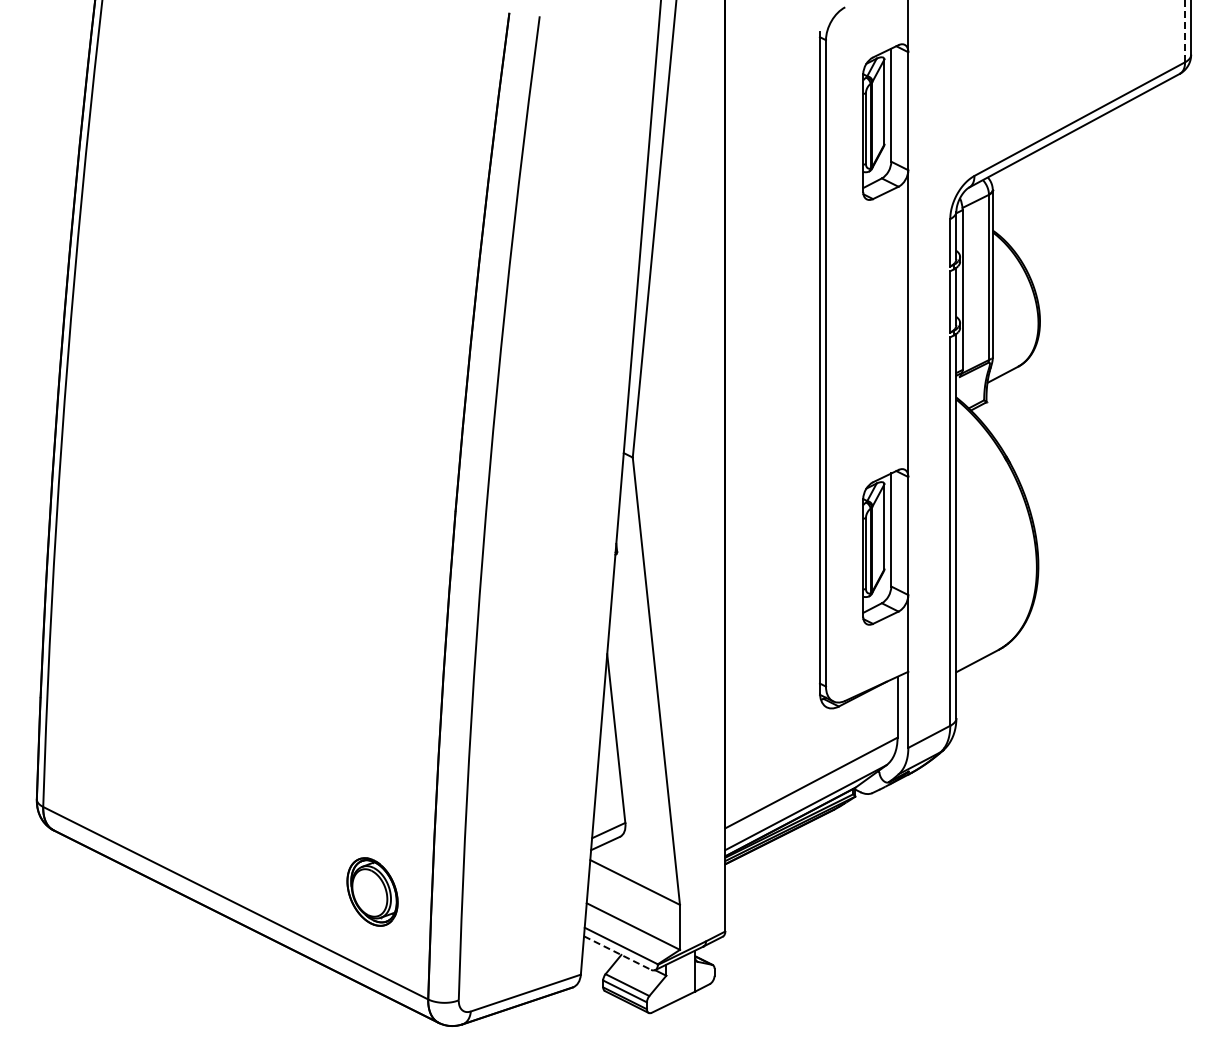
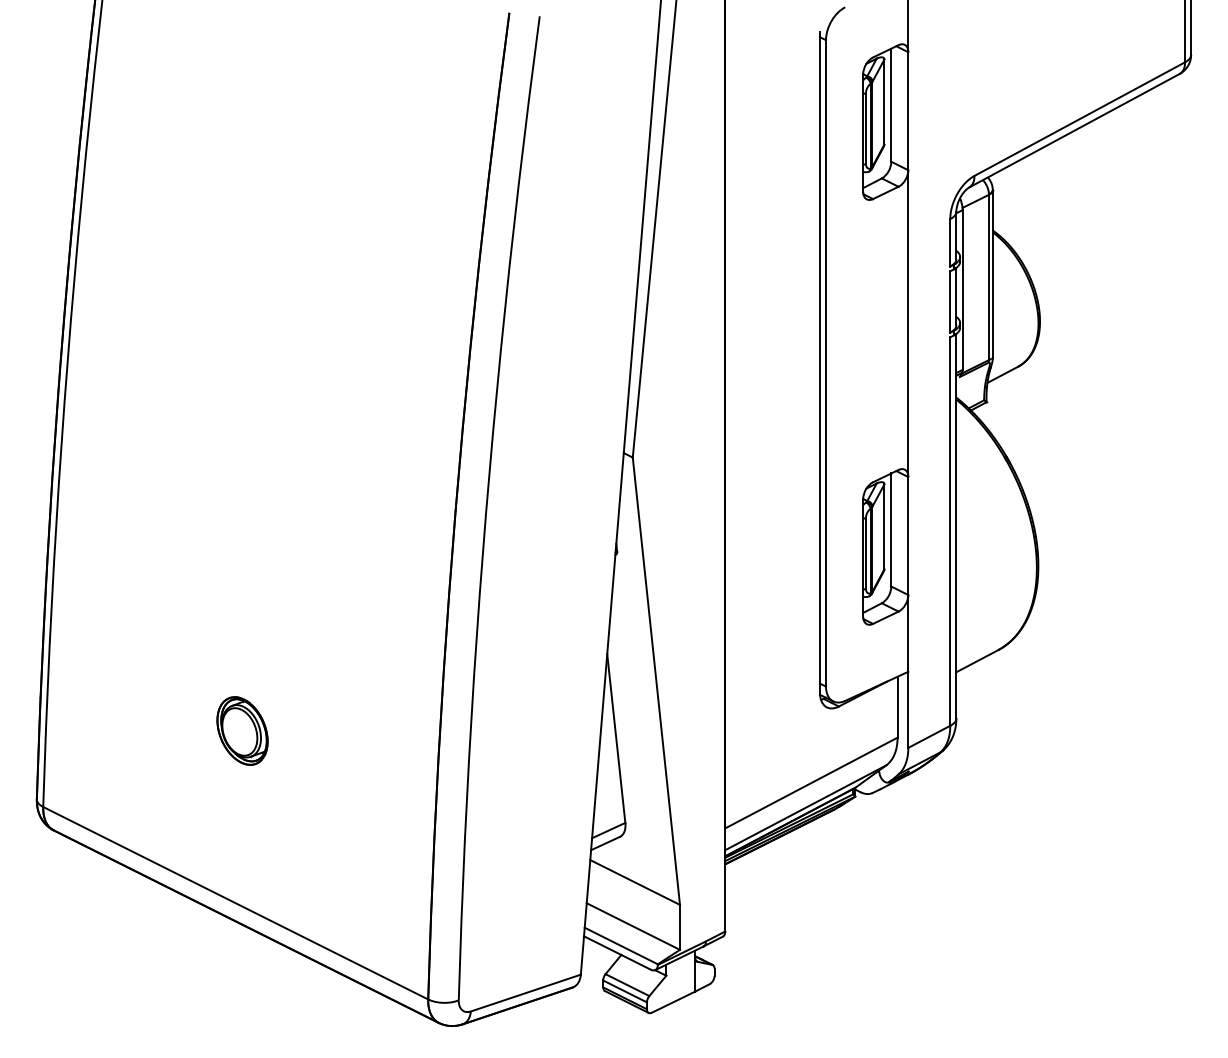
line at (1185, 31): dashed -> solid
part at (372, 891) position: (372, 891) -> (242, 730)
line at (618, 953): dashed -> solid
